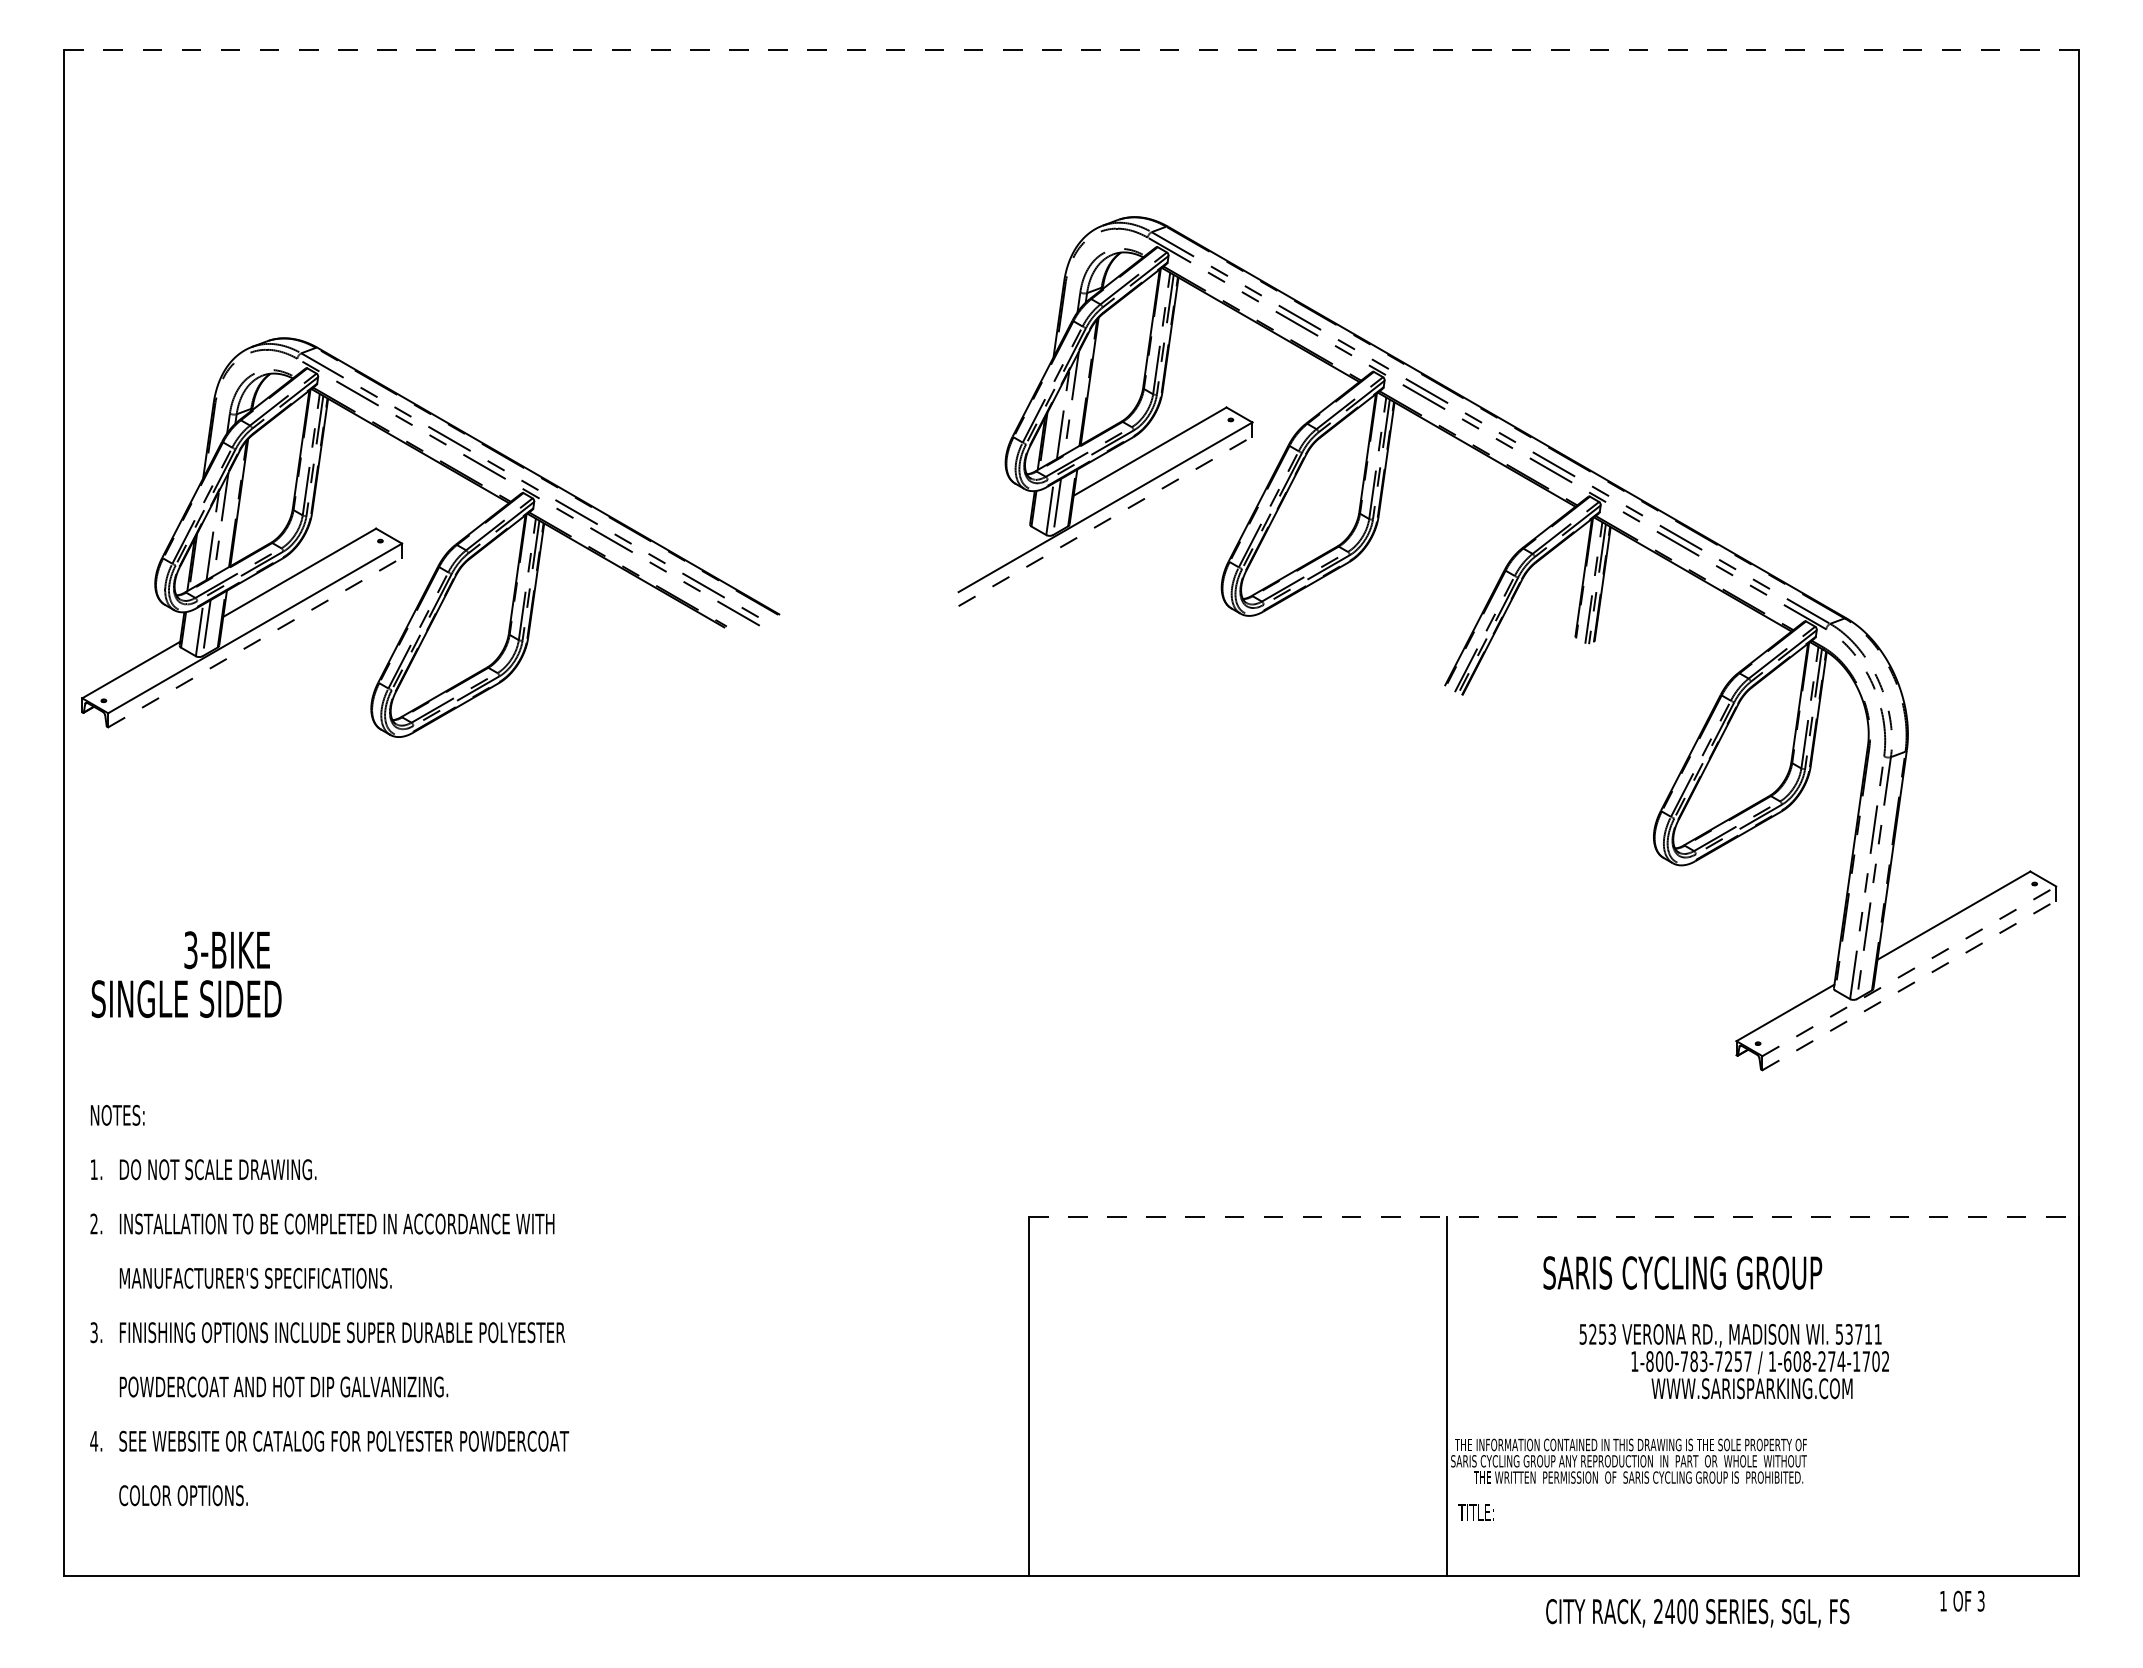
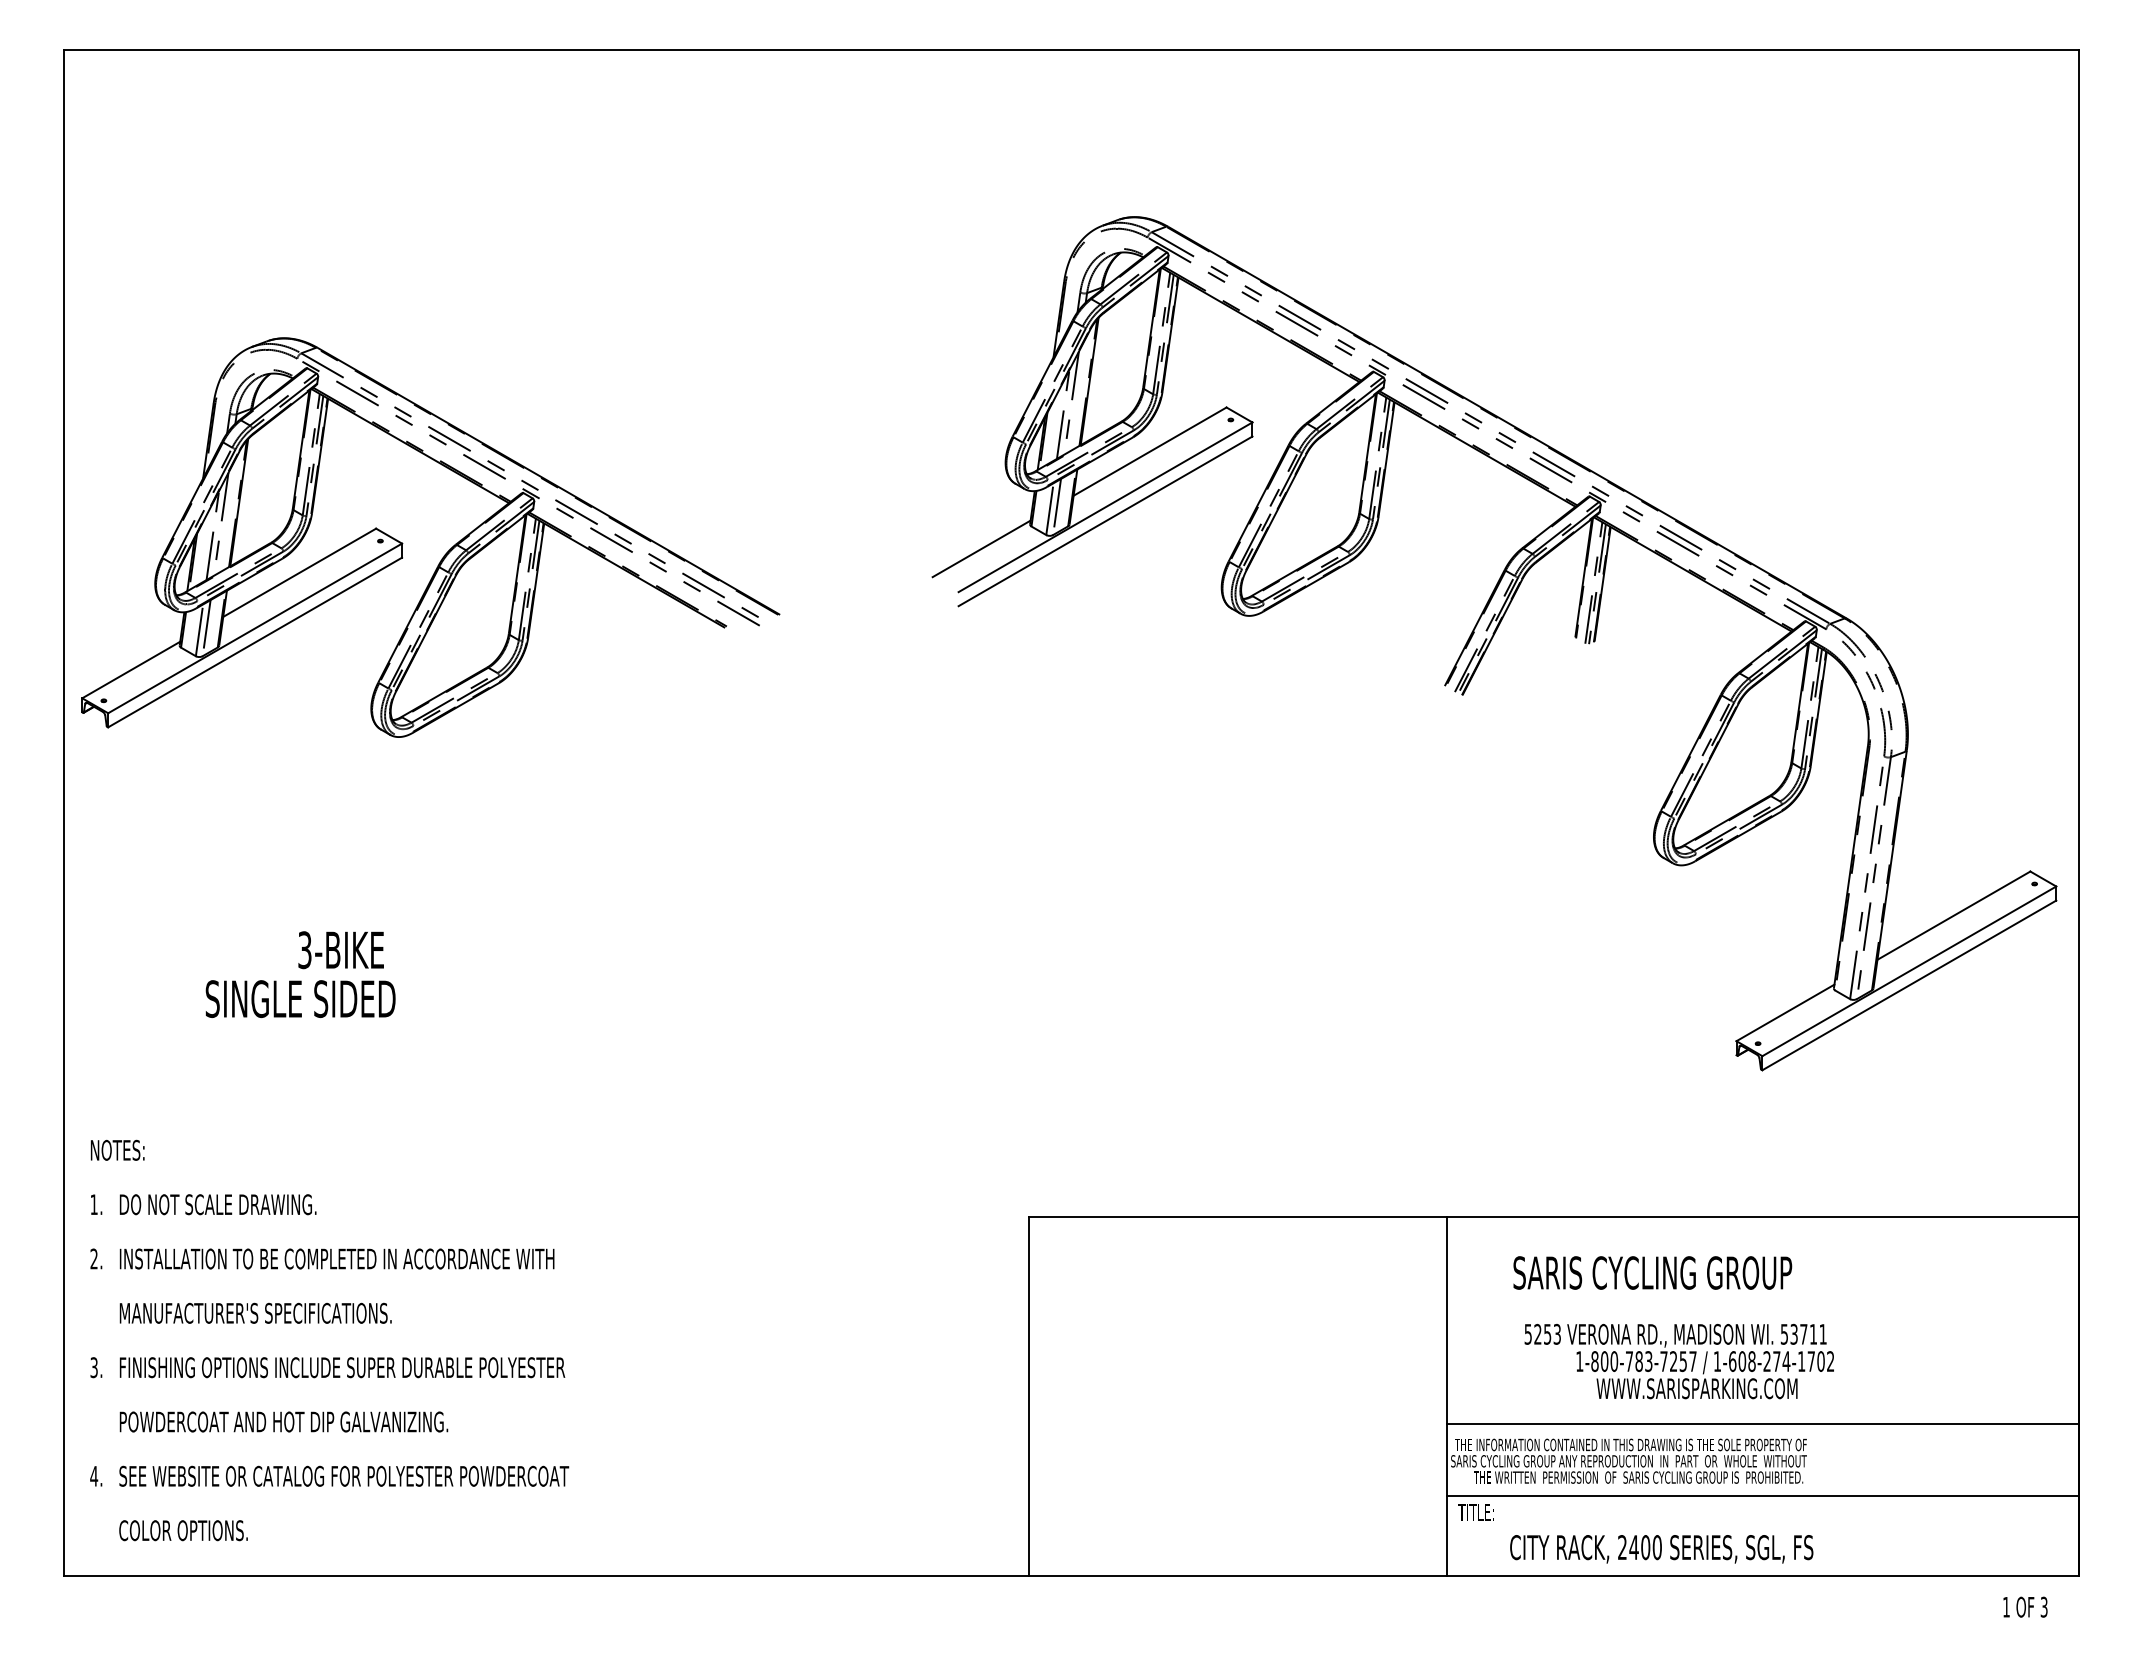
line at (1071, 50): dashed -> solid
line at (1105, 521): dashed -> solid
line at (981, 548): none -> present
line at (255, 642): dashed -> solid
line at (1909, 971): dashed -> solid
text at (186, 974) position: (186, 974) -> (300, 974)
line at (1909, 985): dashed -> solid
line at (1553, 1217): dashed -> solid
text at (1682, 1272) position: (1682, 1272) -> (1652, 1272)
text at (329, 1305) position: (329, 1305) -> (329, 1340)
text at (1733, 1361) position: (1733, 1361) -> (1678, 1361)
line at (1762, 1424): none -> present
line at (1762, 1496): none -> present
text at (1962, 1600) position: (1962, 1600) -> (2025, 1606)
text at (1697, 1613) position: (1697, 1613) -> (1661, 1549)
